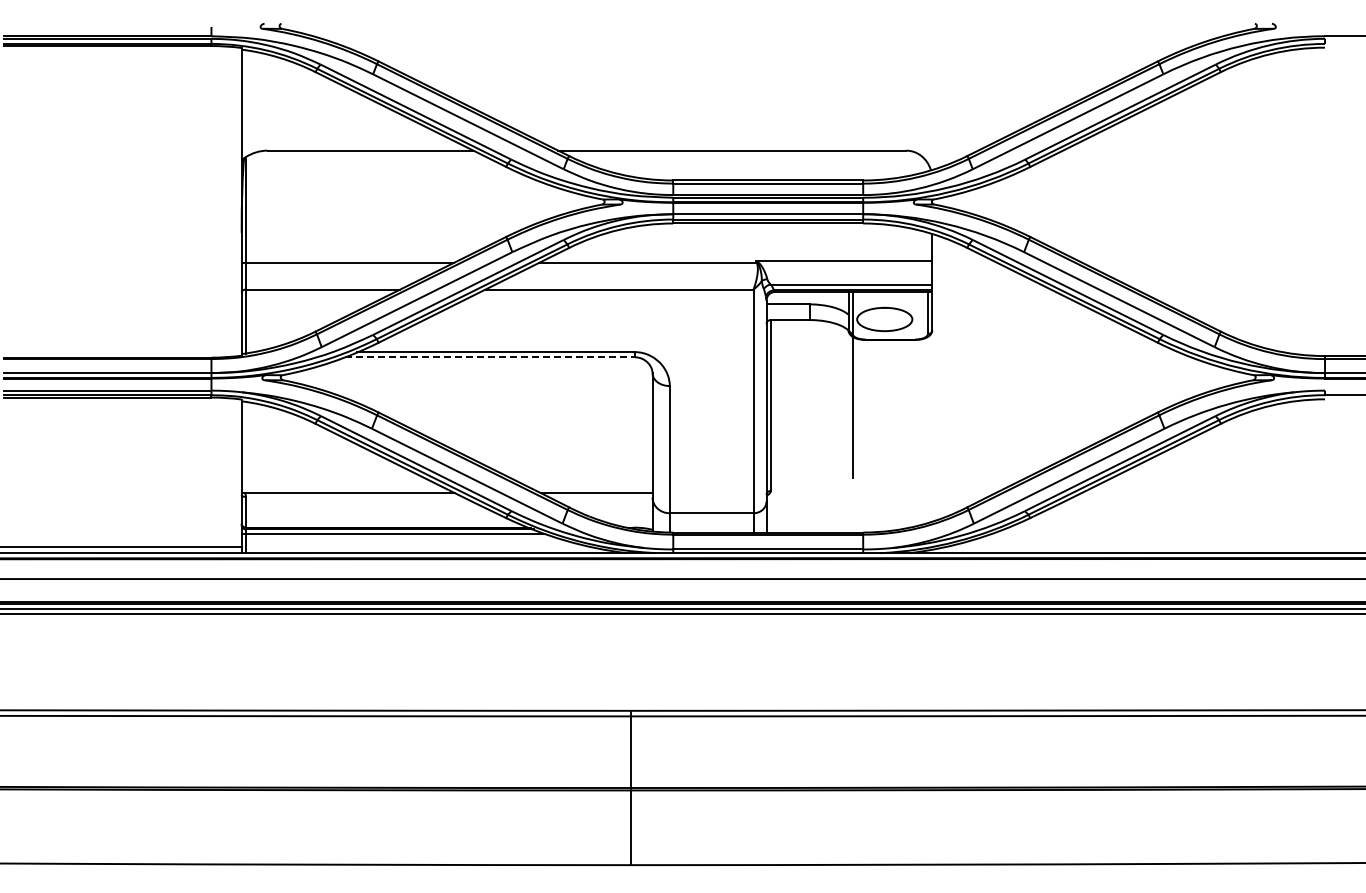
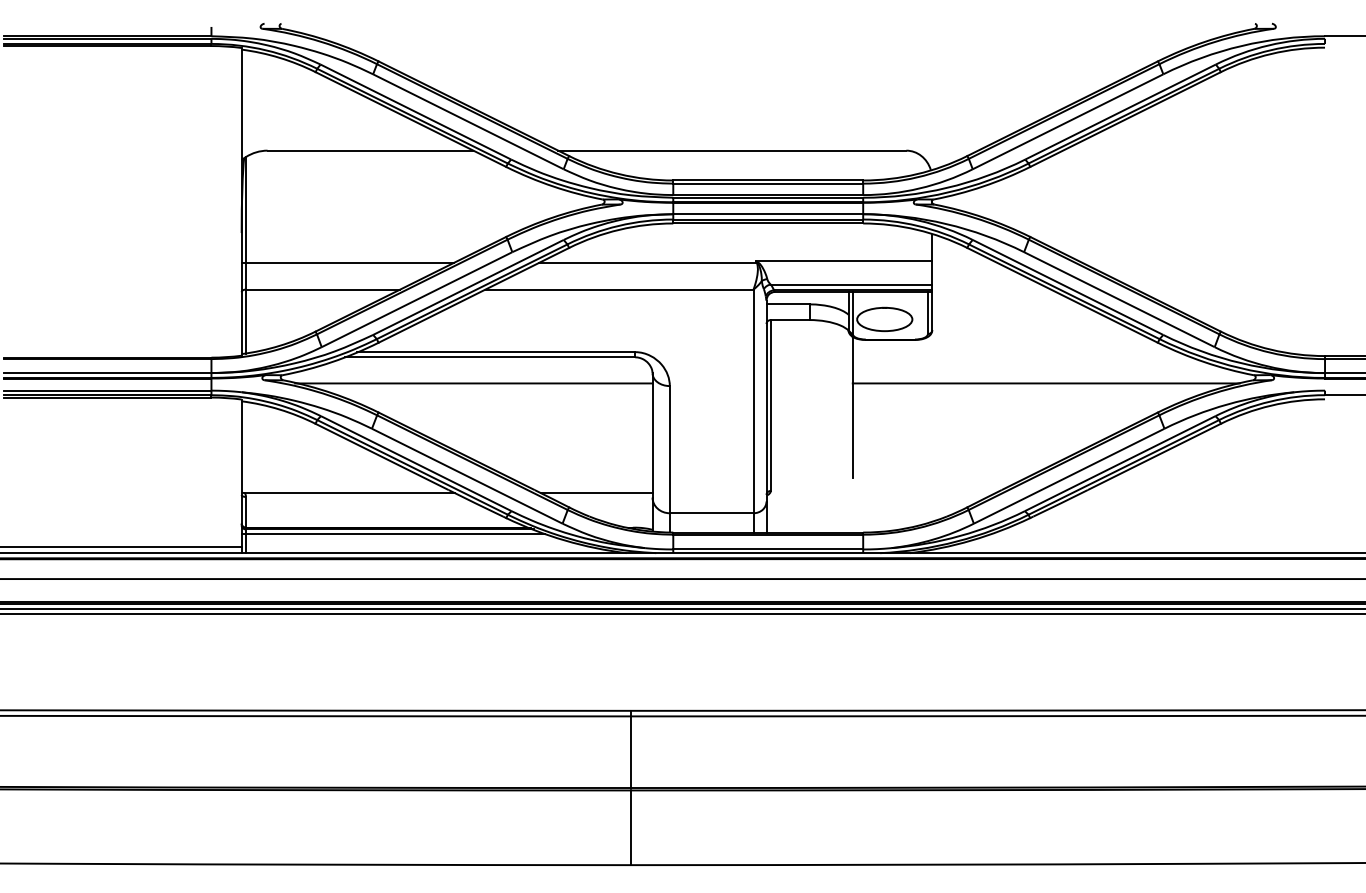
line at (490, 357): dashed -> solid
line at (473, 383): none -> present
line at (1045, 383): none -> present
